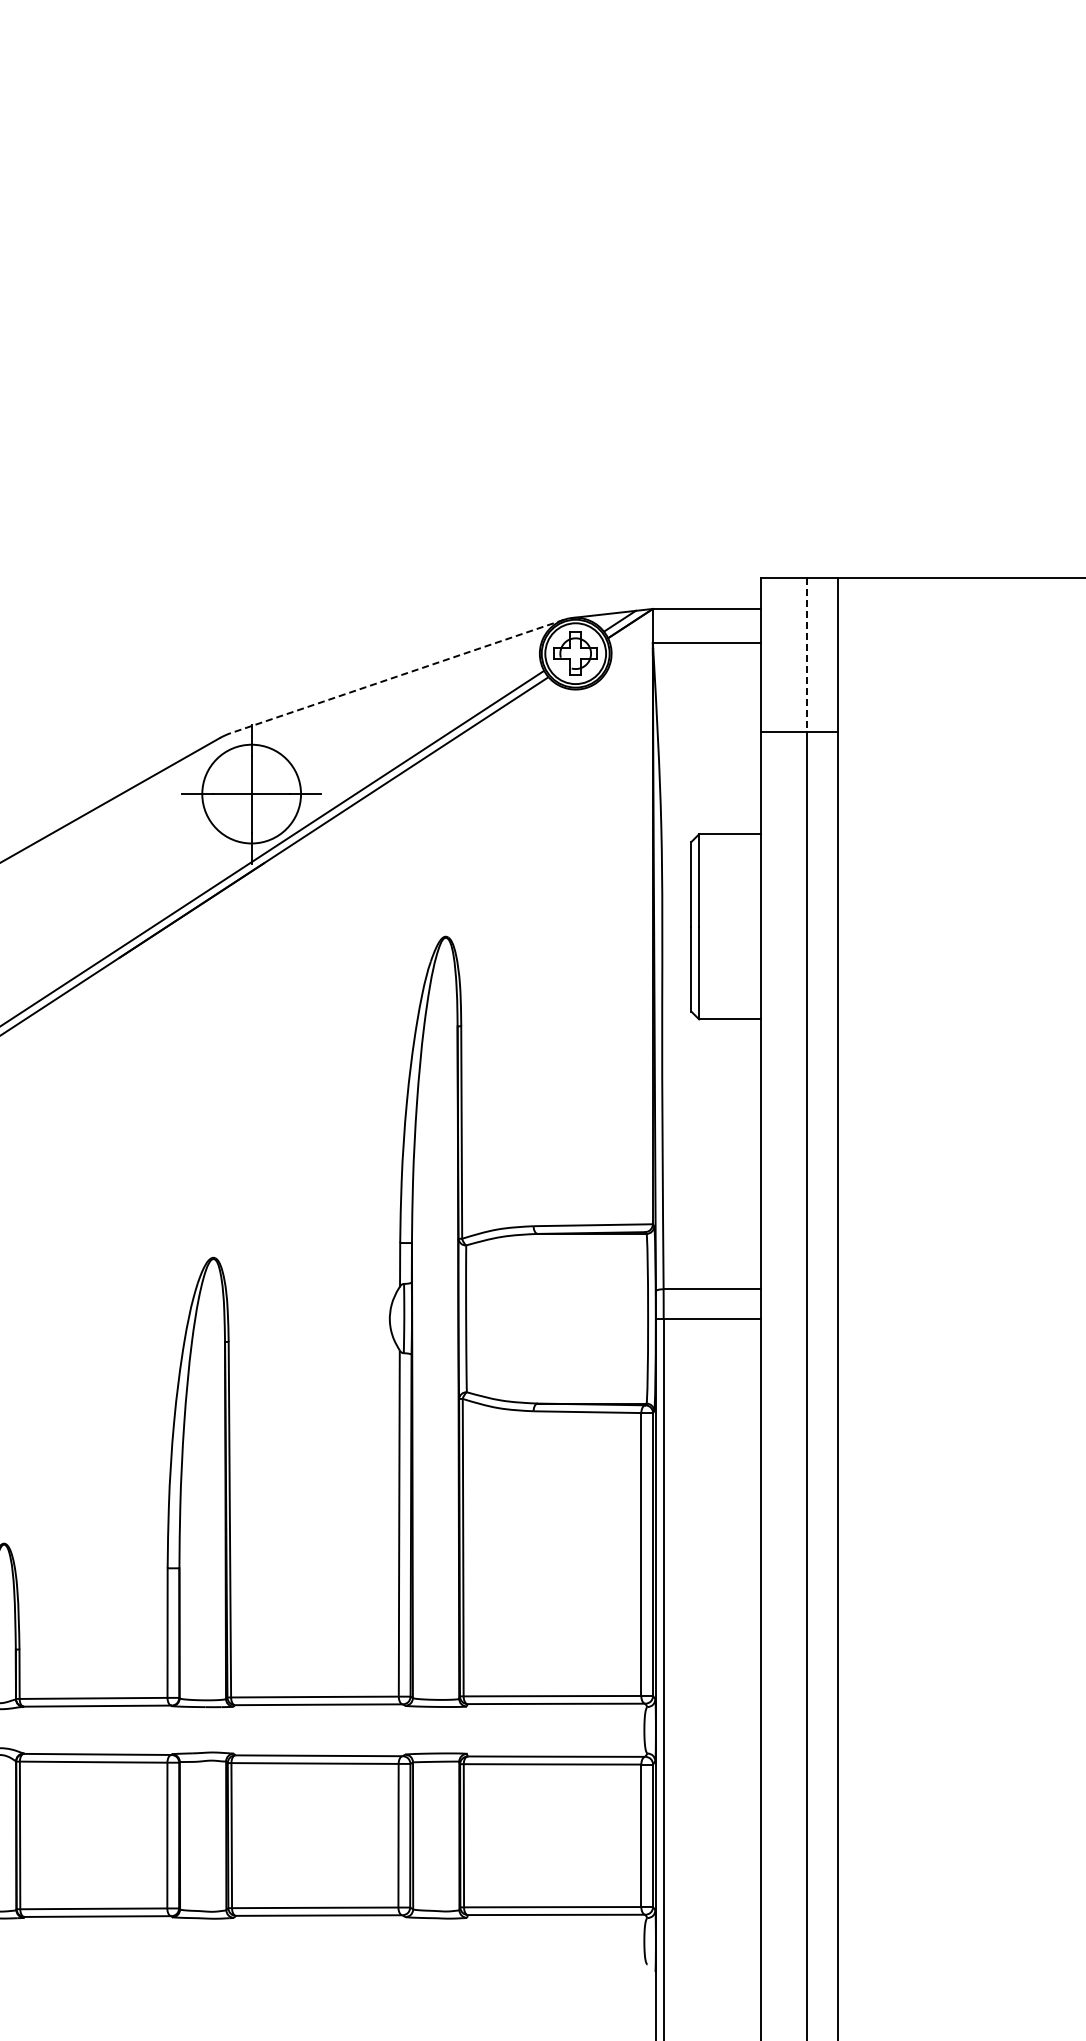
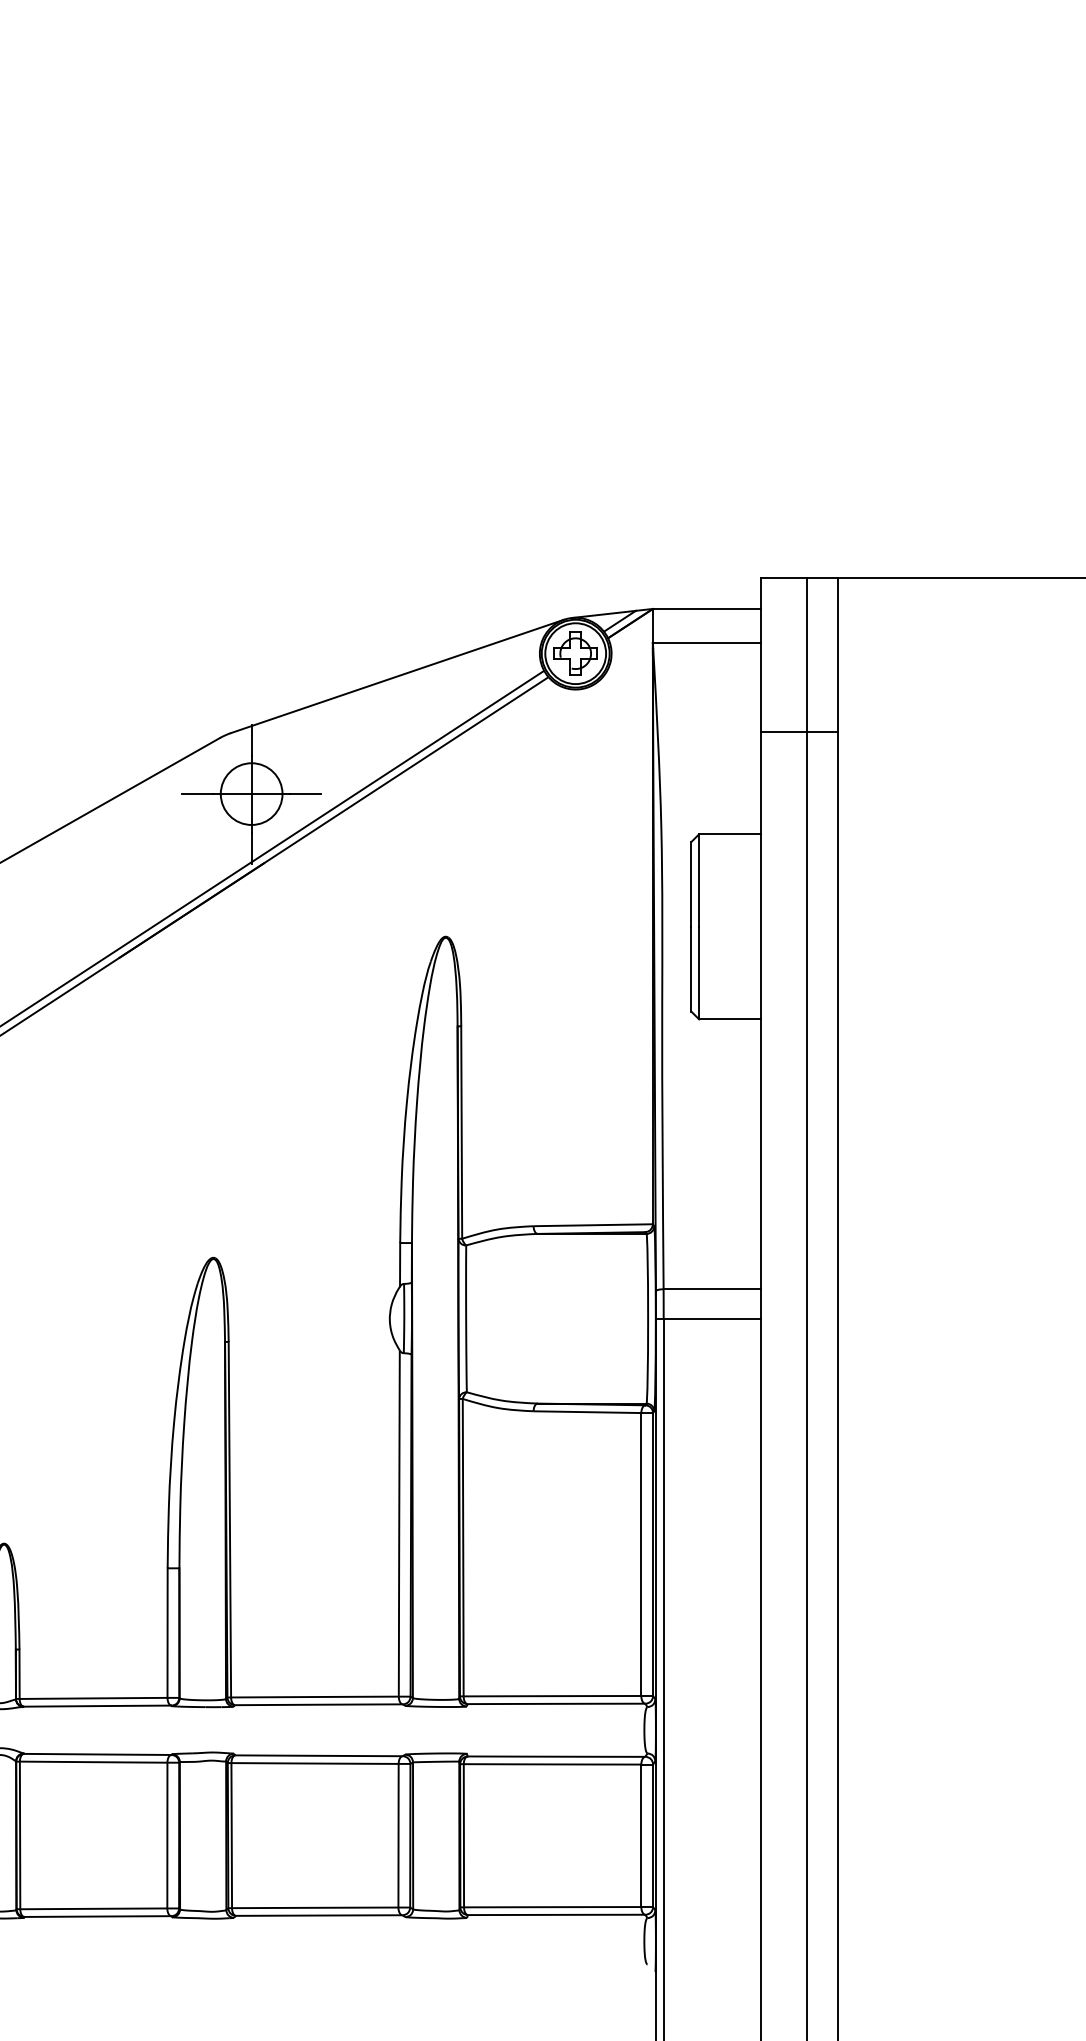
line at (807, 655): dashed -> solid
line at (397, 676): dashed -> solid
circle at (251, 793) diameter: 99 px -> 62 px
